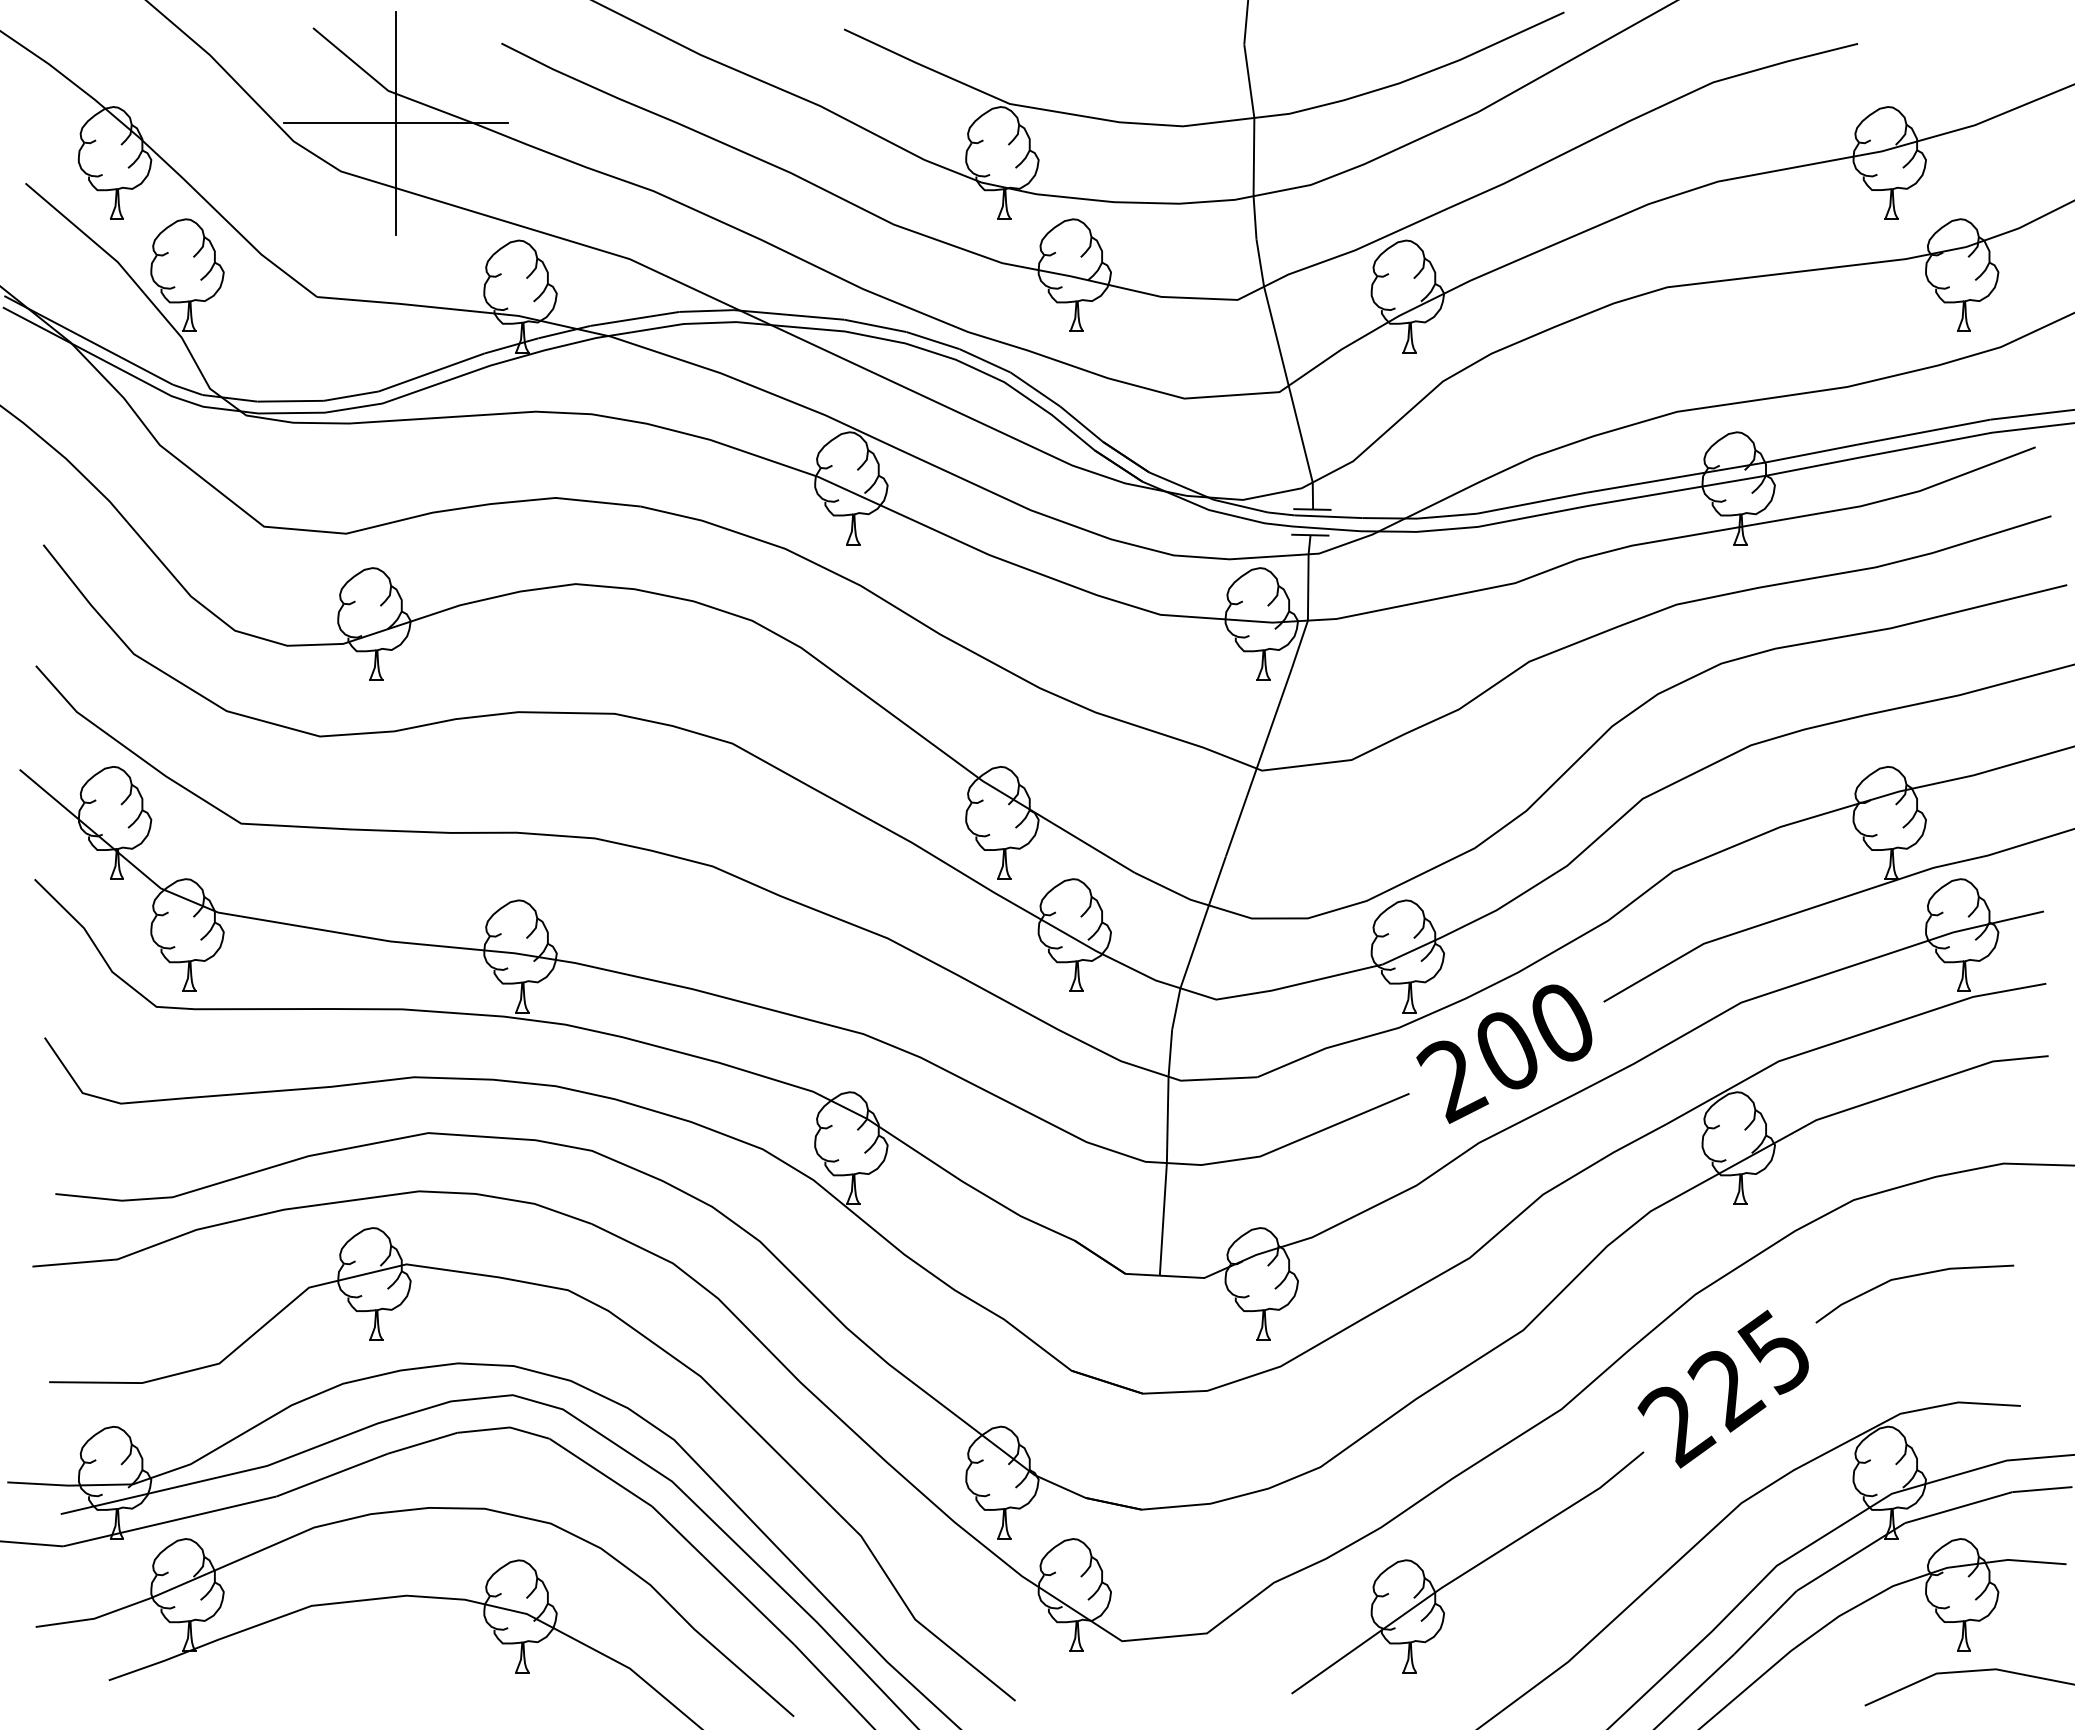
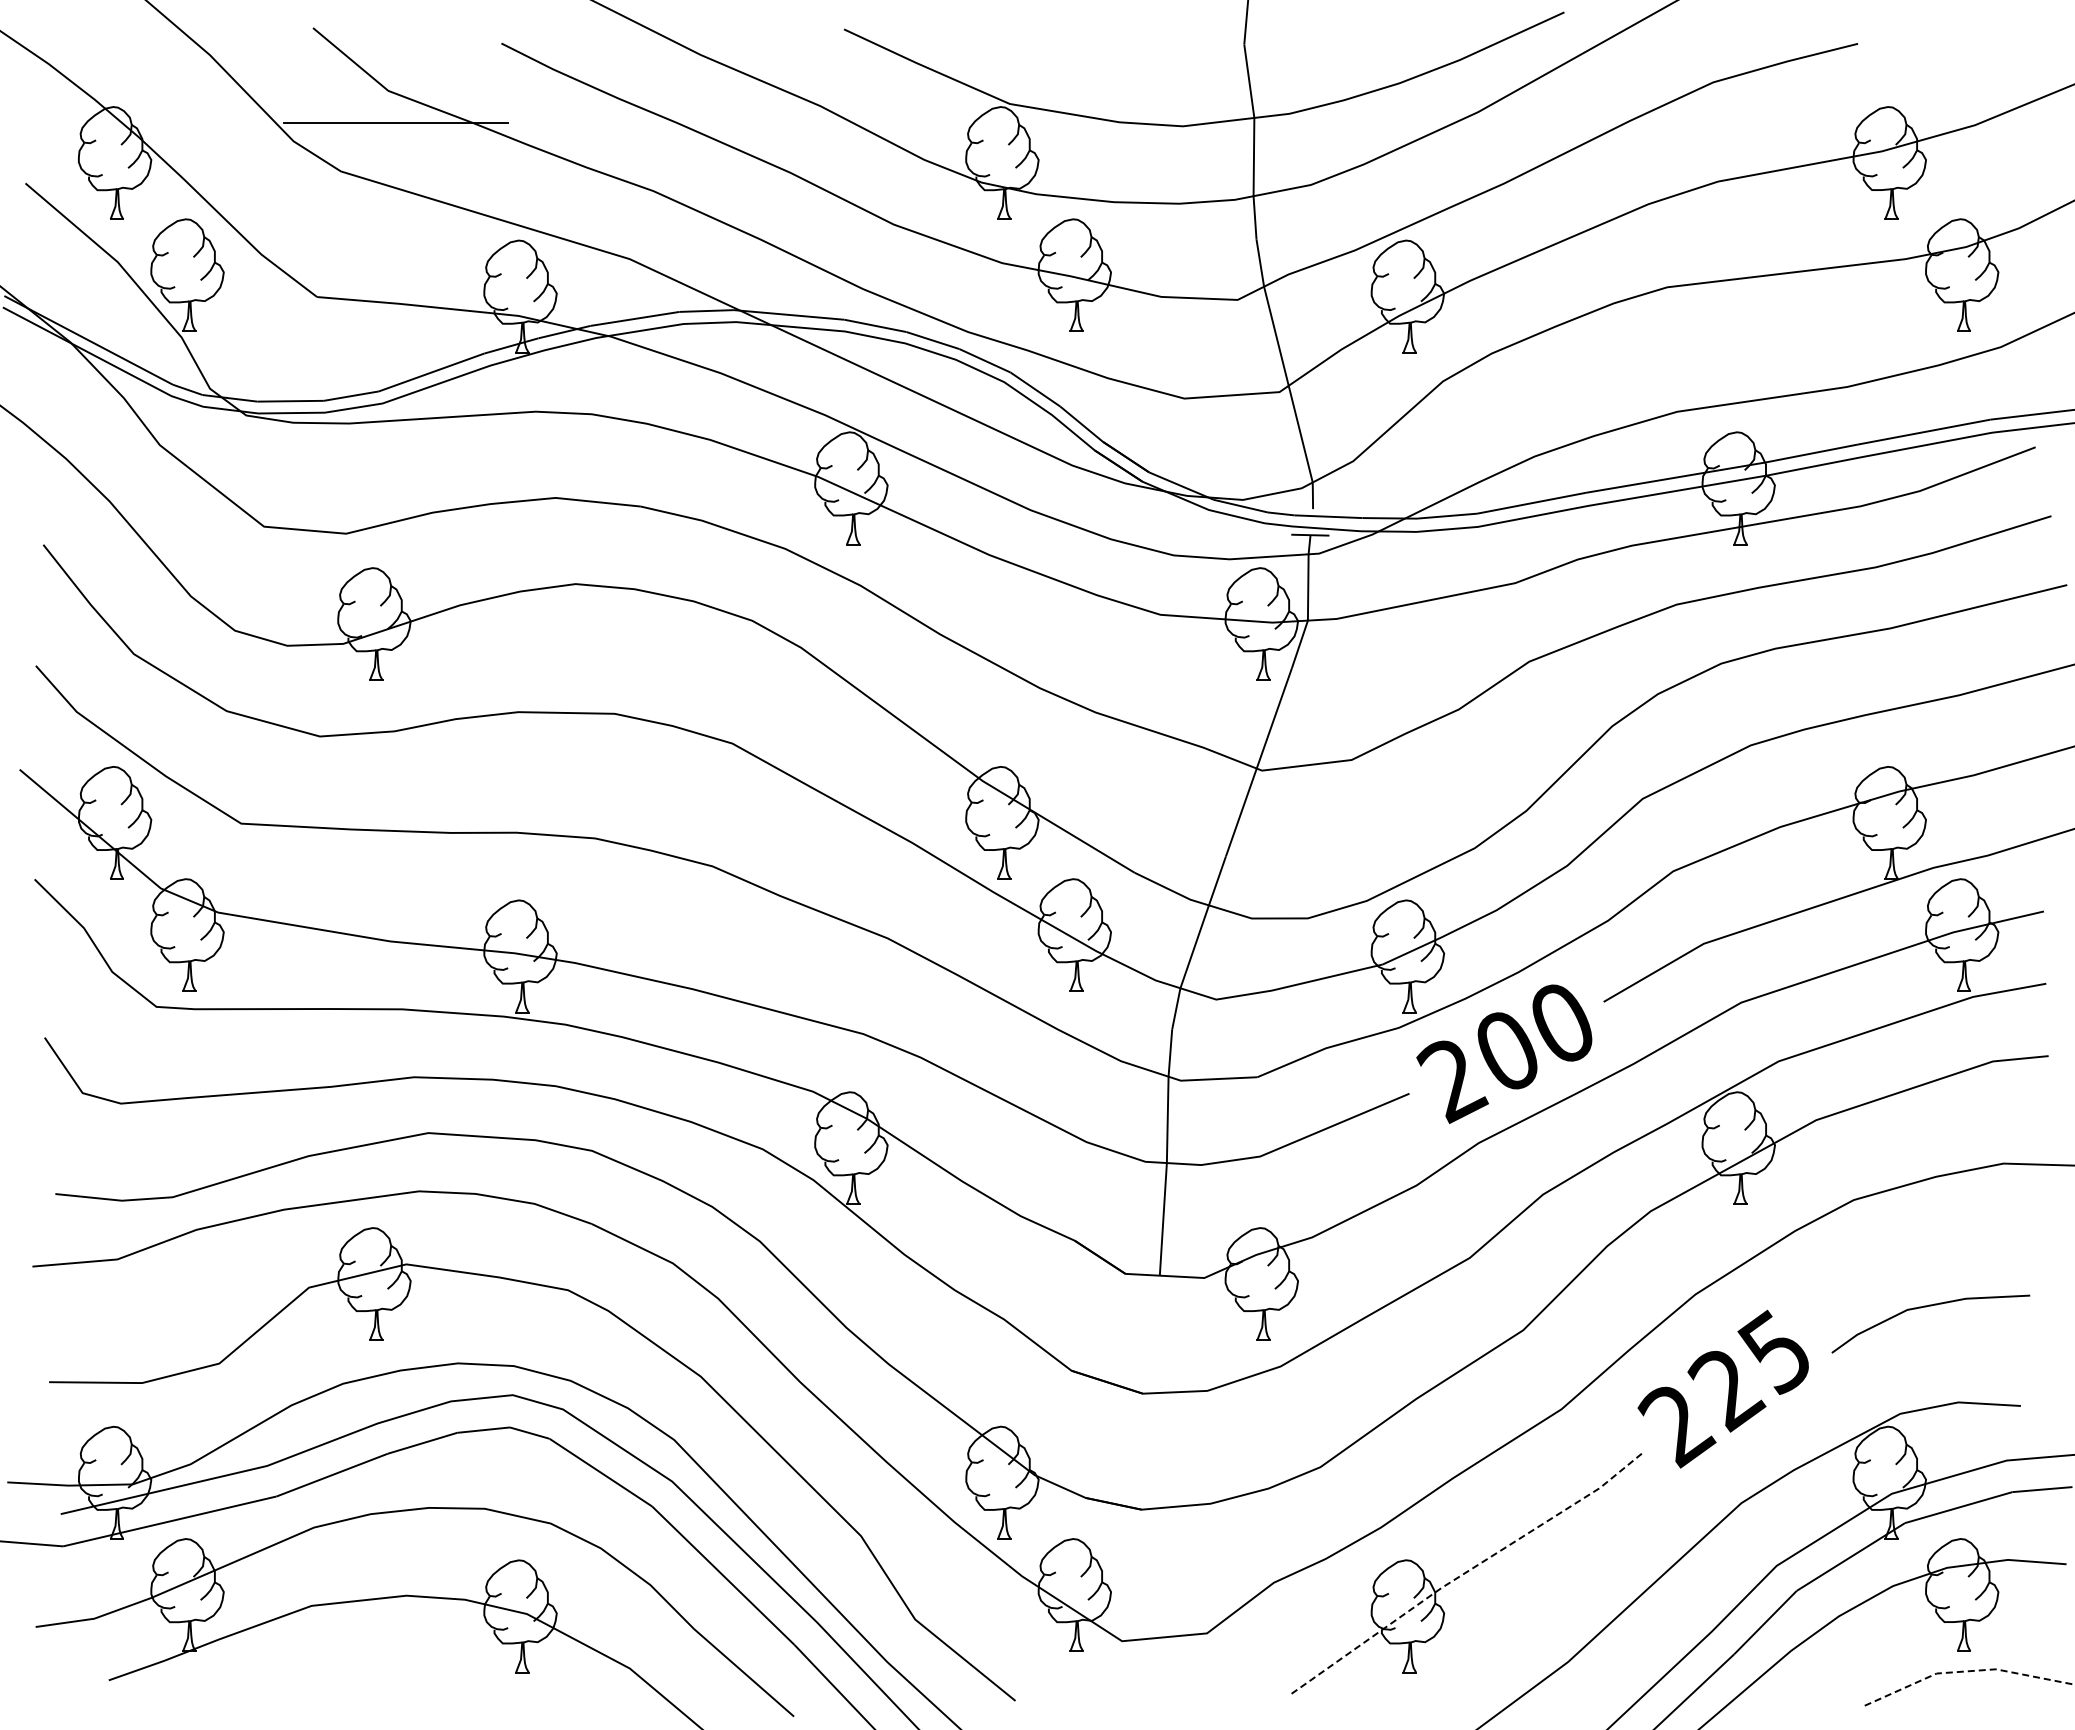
line at (395, 123): present -> none
line at (1312, 509): present -> none
line at (1910, 1277) position: (1910, 1277) -> (1926, 1307)
line at (1467, 1571): solid -> dashed
line at (1967, 1671): solid -> dashed
